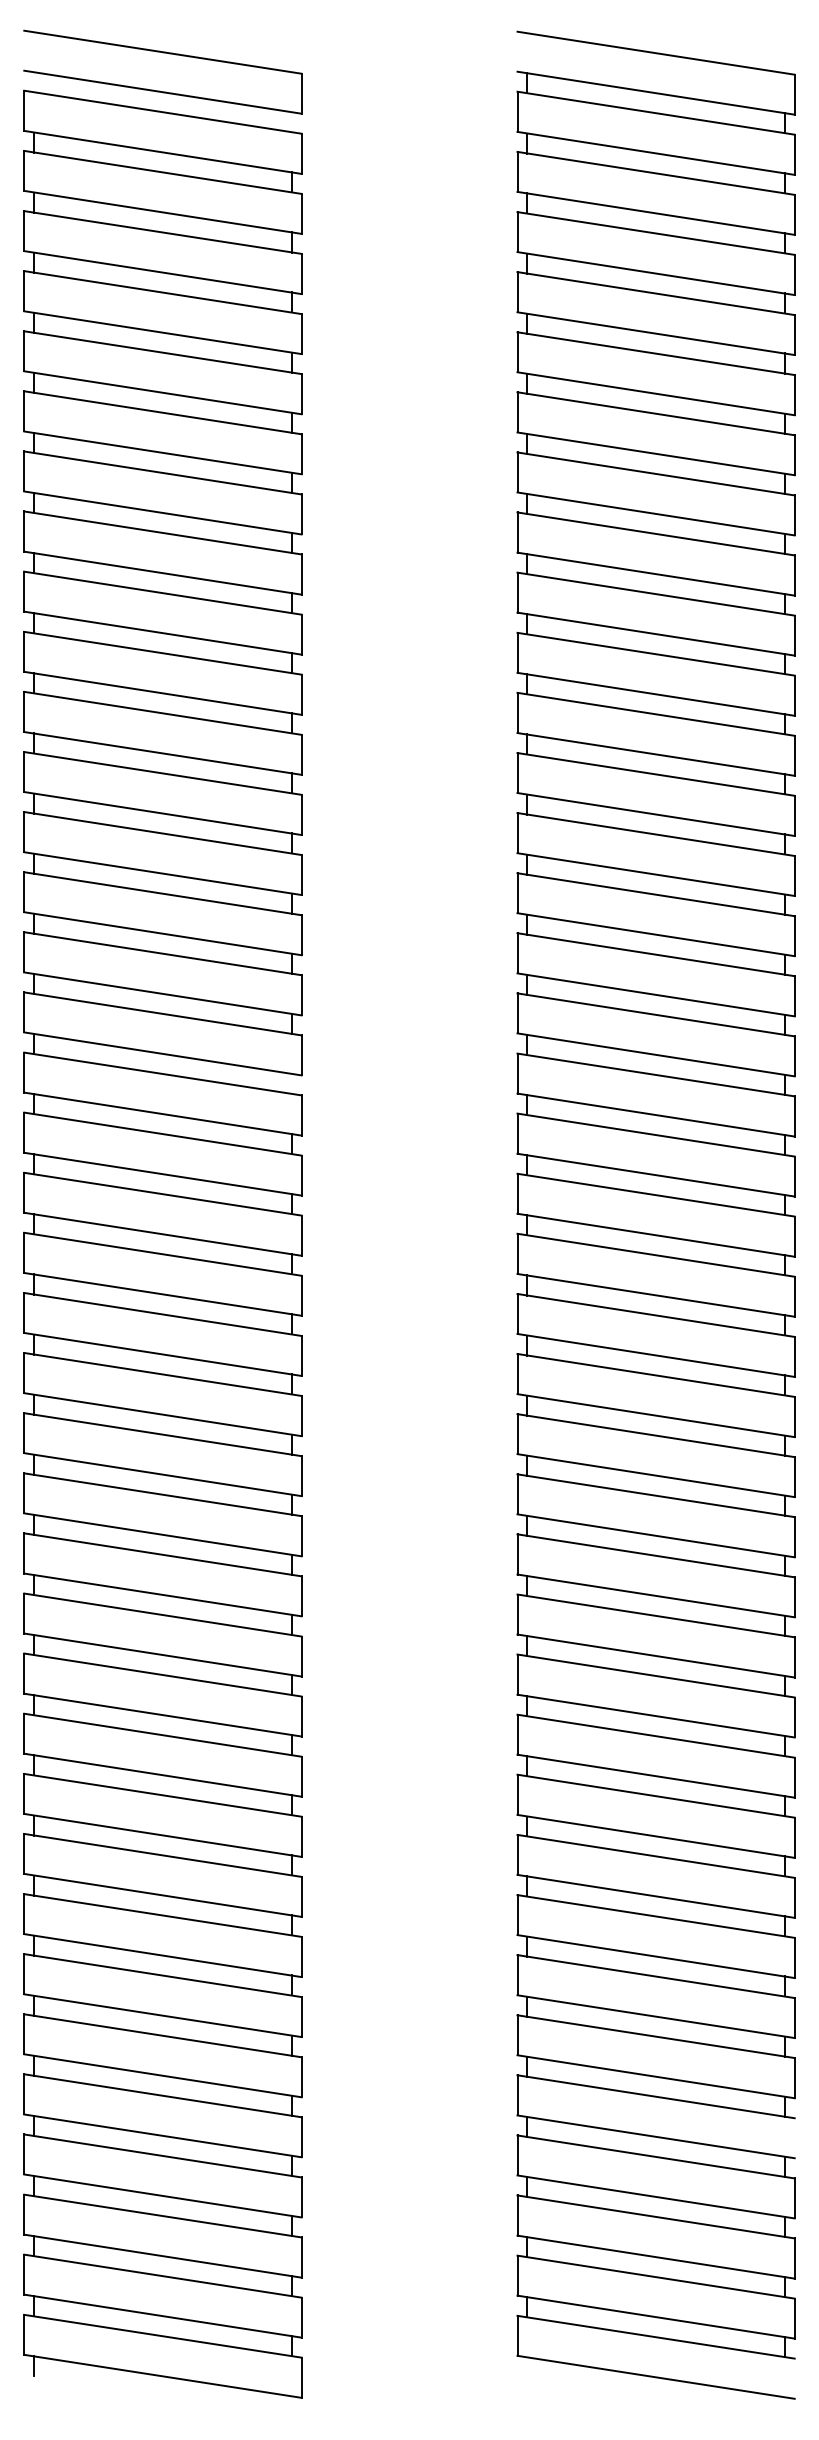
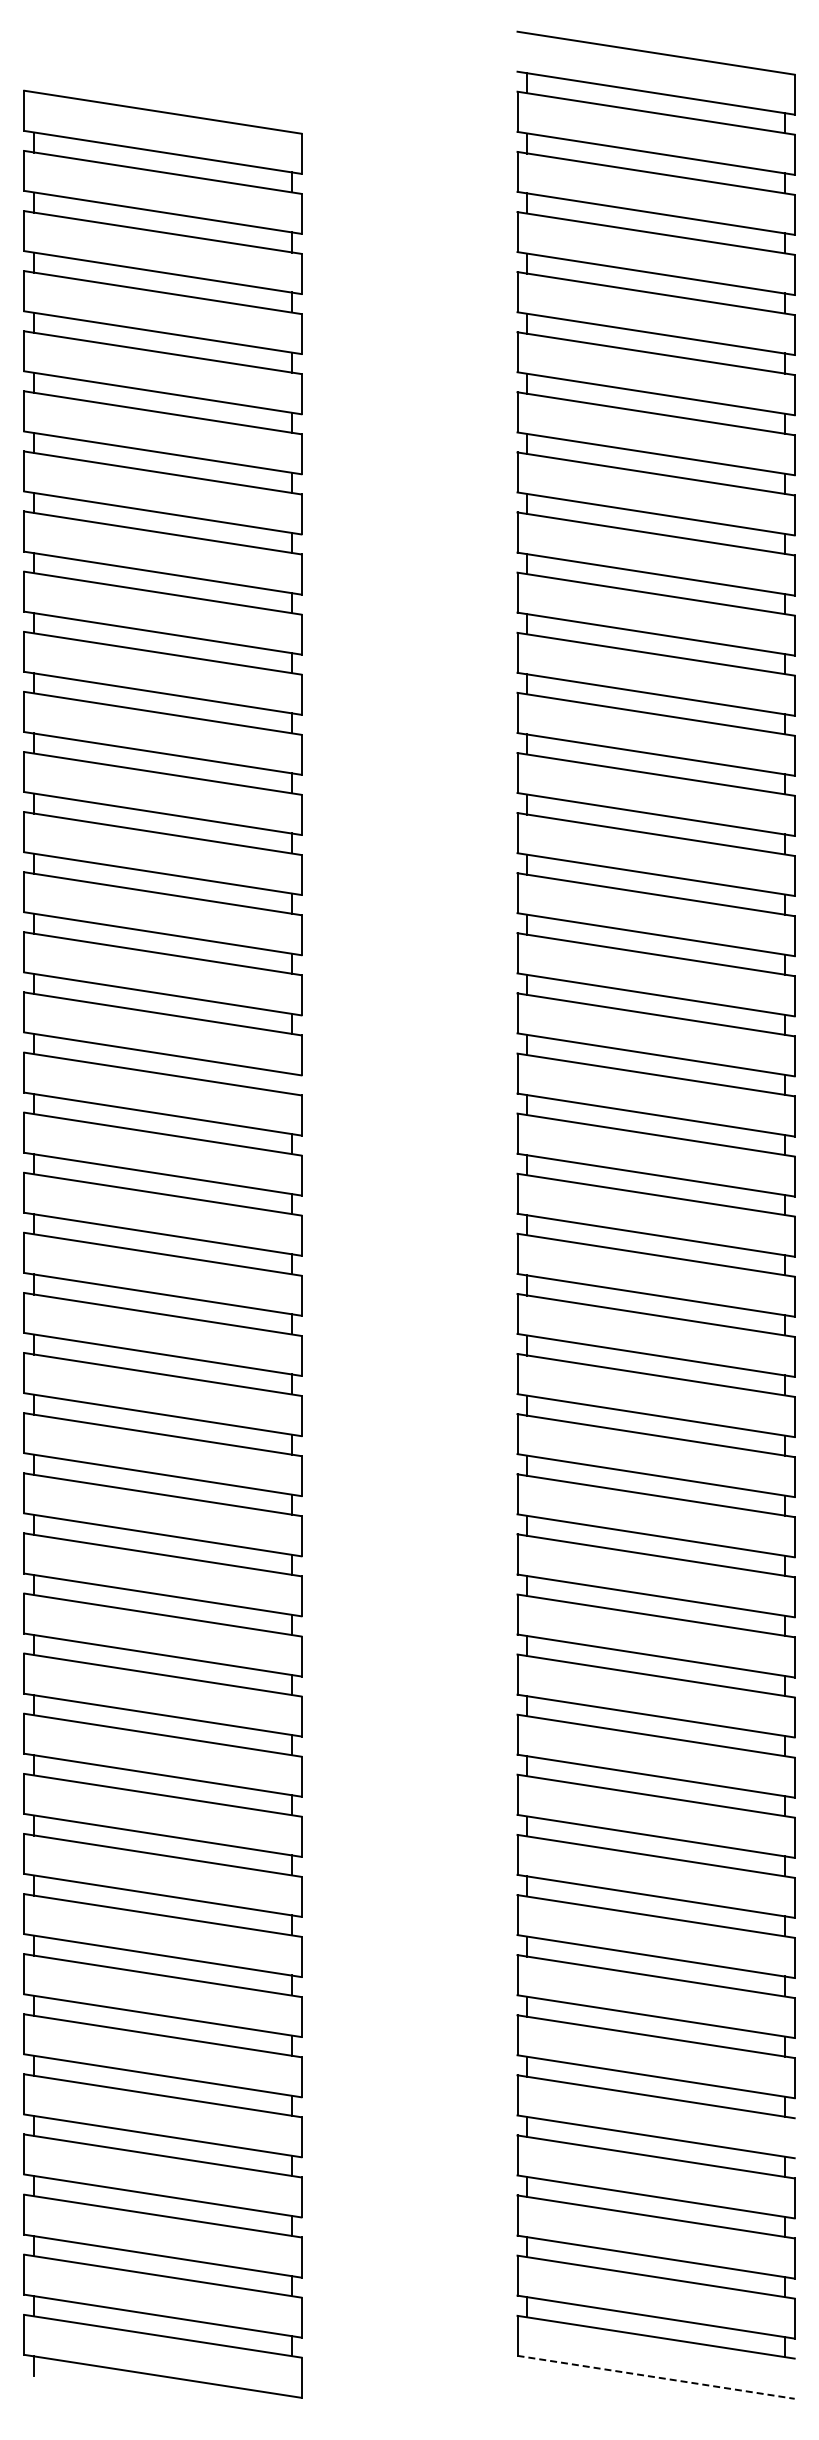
part at (162, 53): present -> none
line at (656, 2377): solid -> dashed
